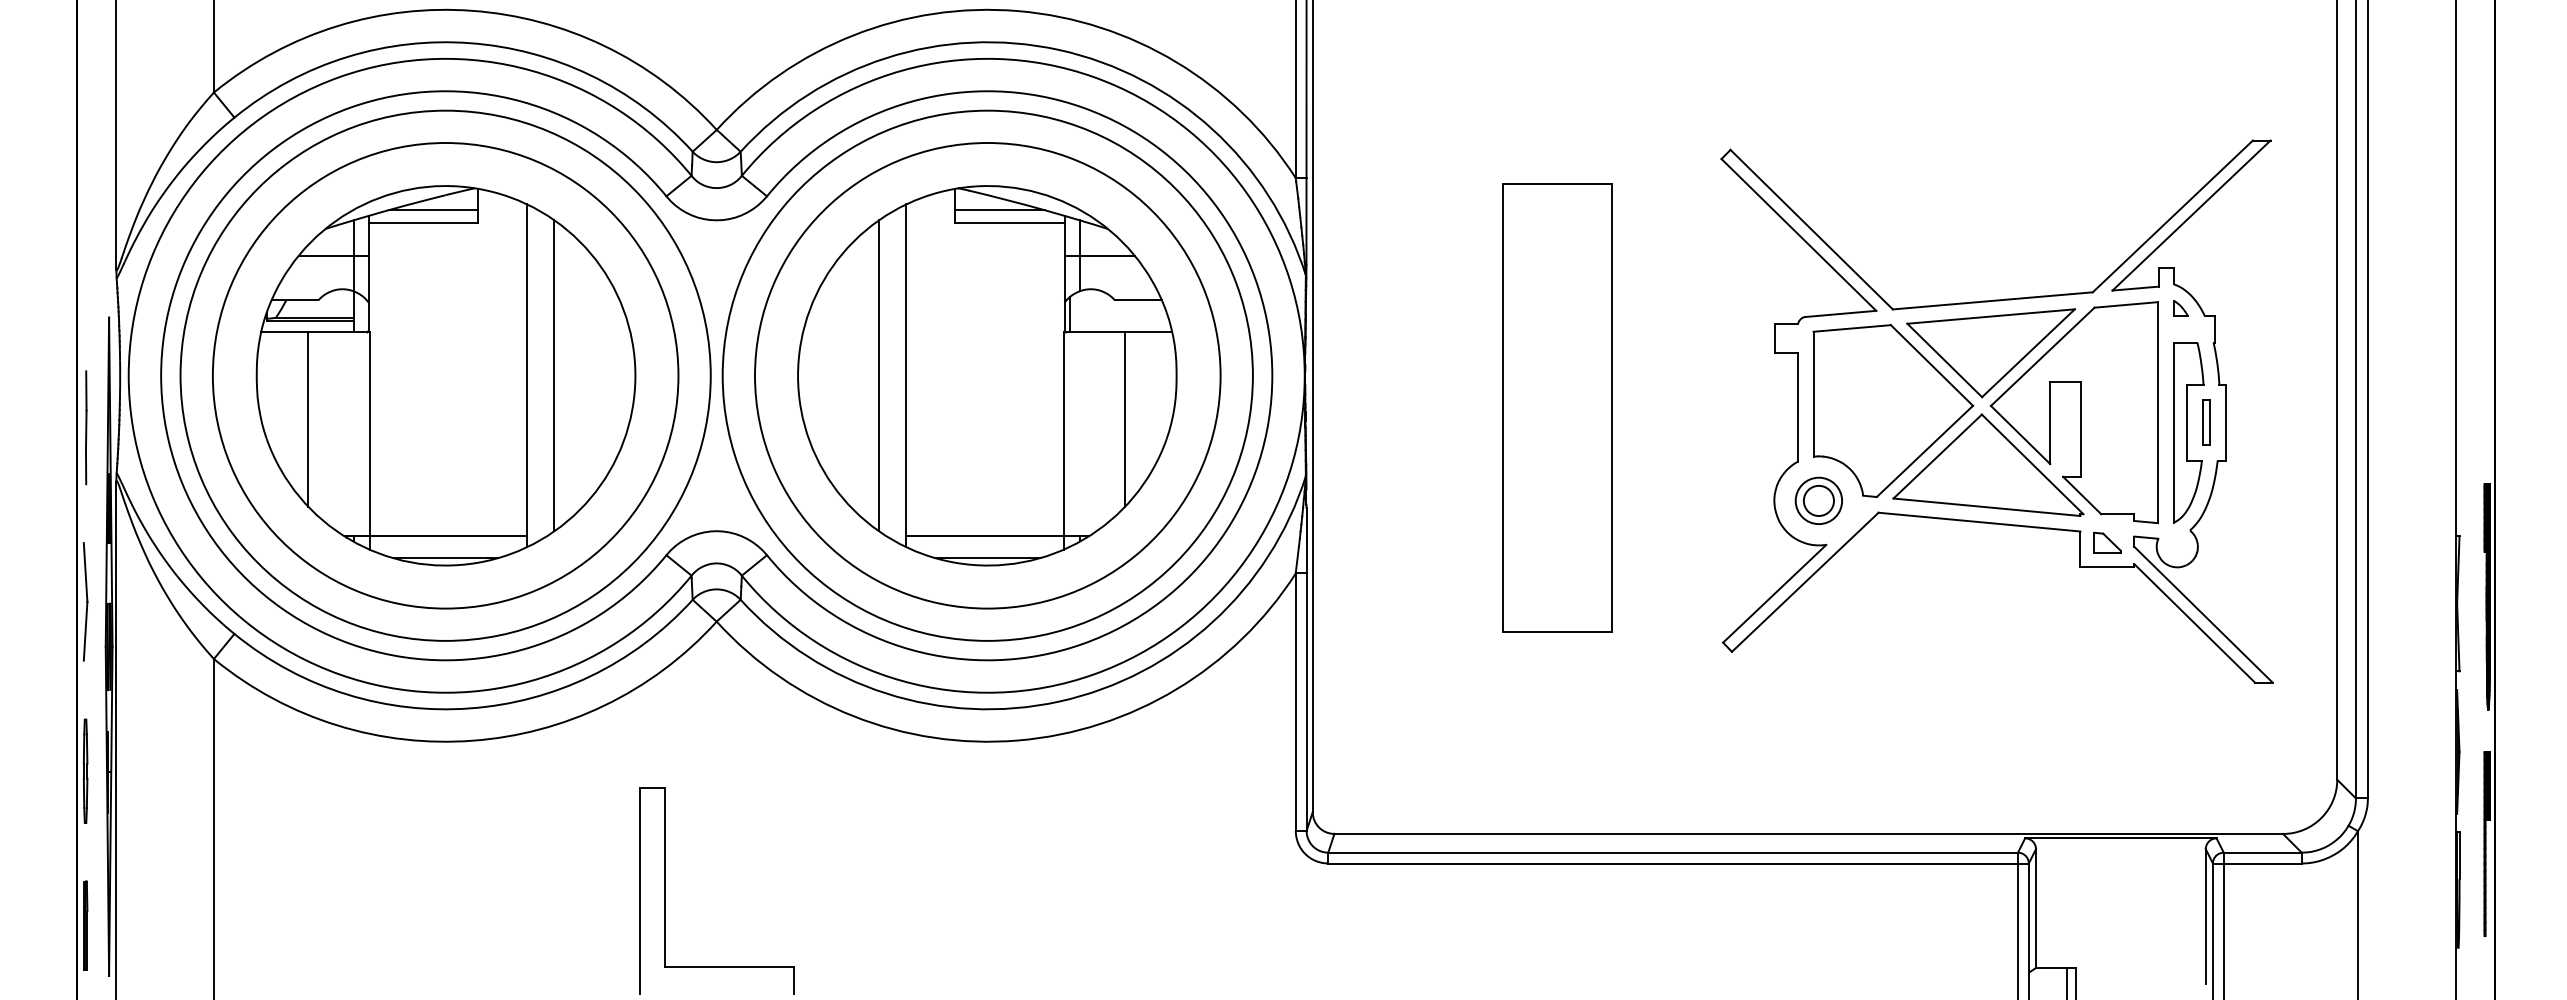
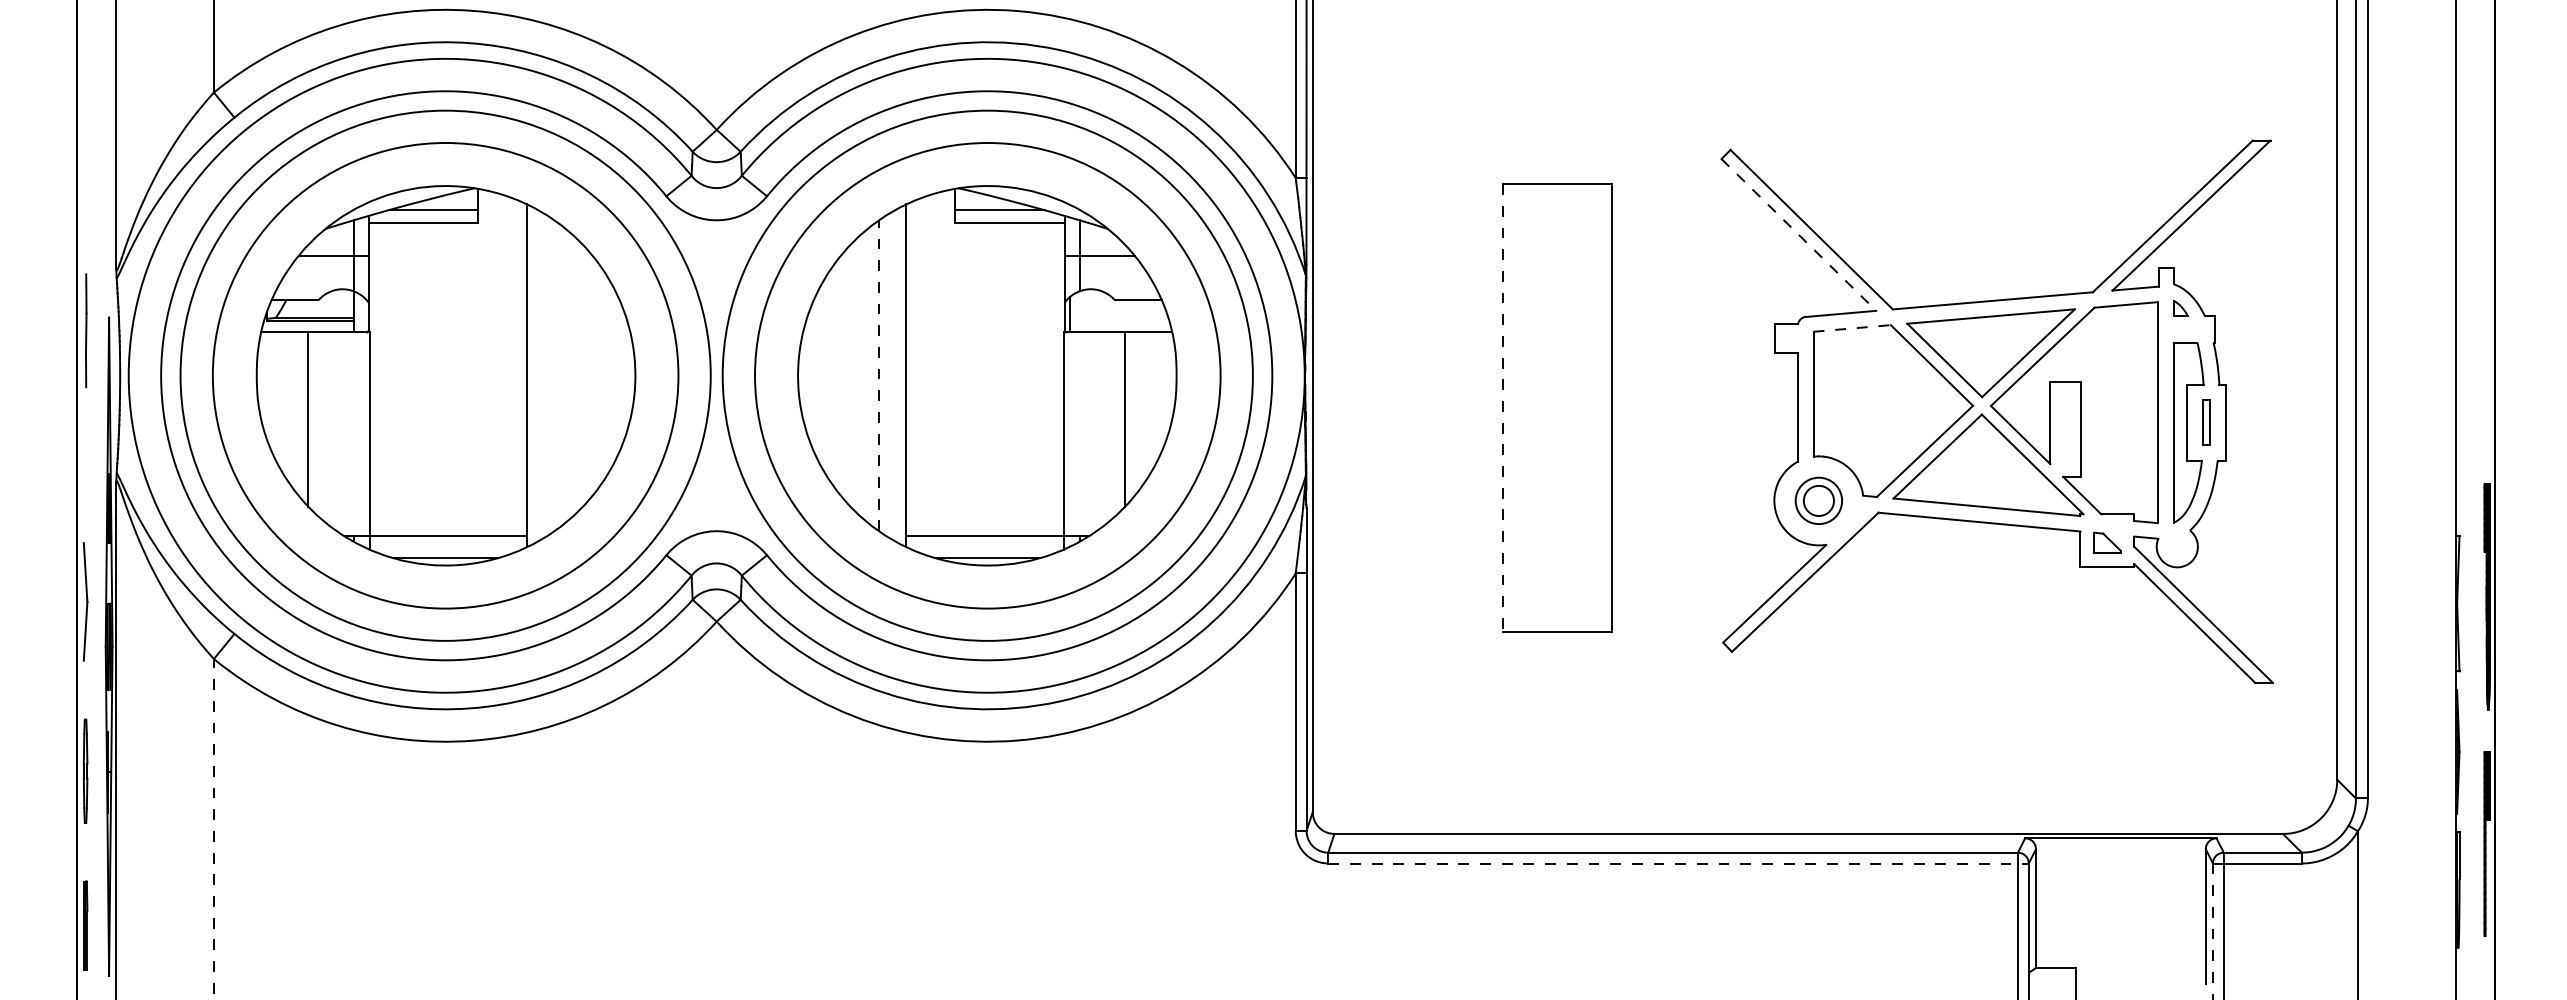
line at (1799, 235): solid -> dashed
line at (1852, 328): solid -> dashed
line at (554, 375): present -> none
line at (879, 375): solid -> dashed
line at (1502, 408): solid -> dashed
line at (86, 427) position: (86, 427) -> (86, 330)
line at (213, 828): solid -> dashed
line at (1679, 863): solid -> dashed
part at (665, 890): present -> none
line at (2212, 931): solid -> dashed
line at (2066, 982): present -> none
